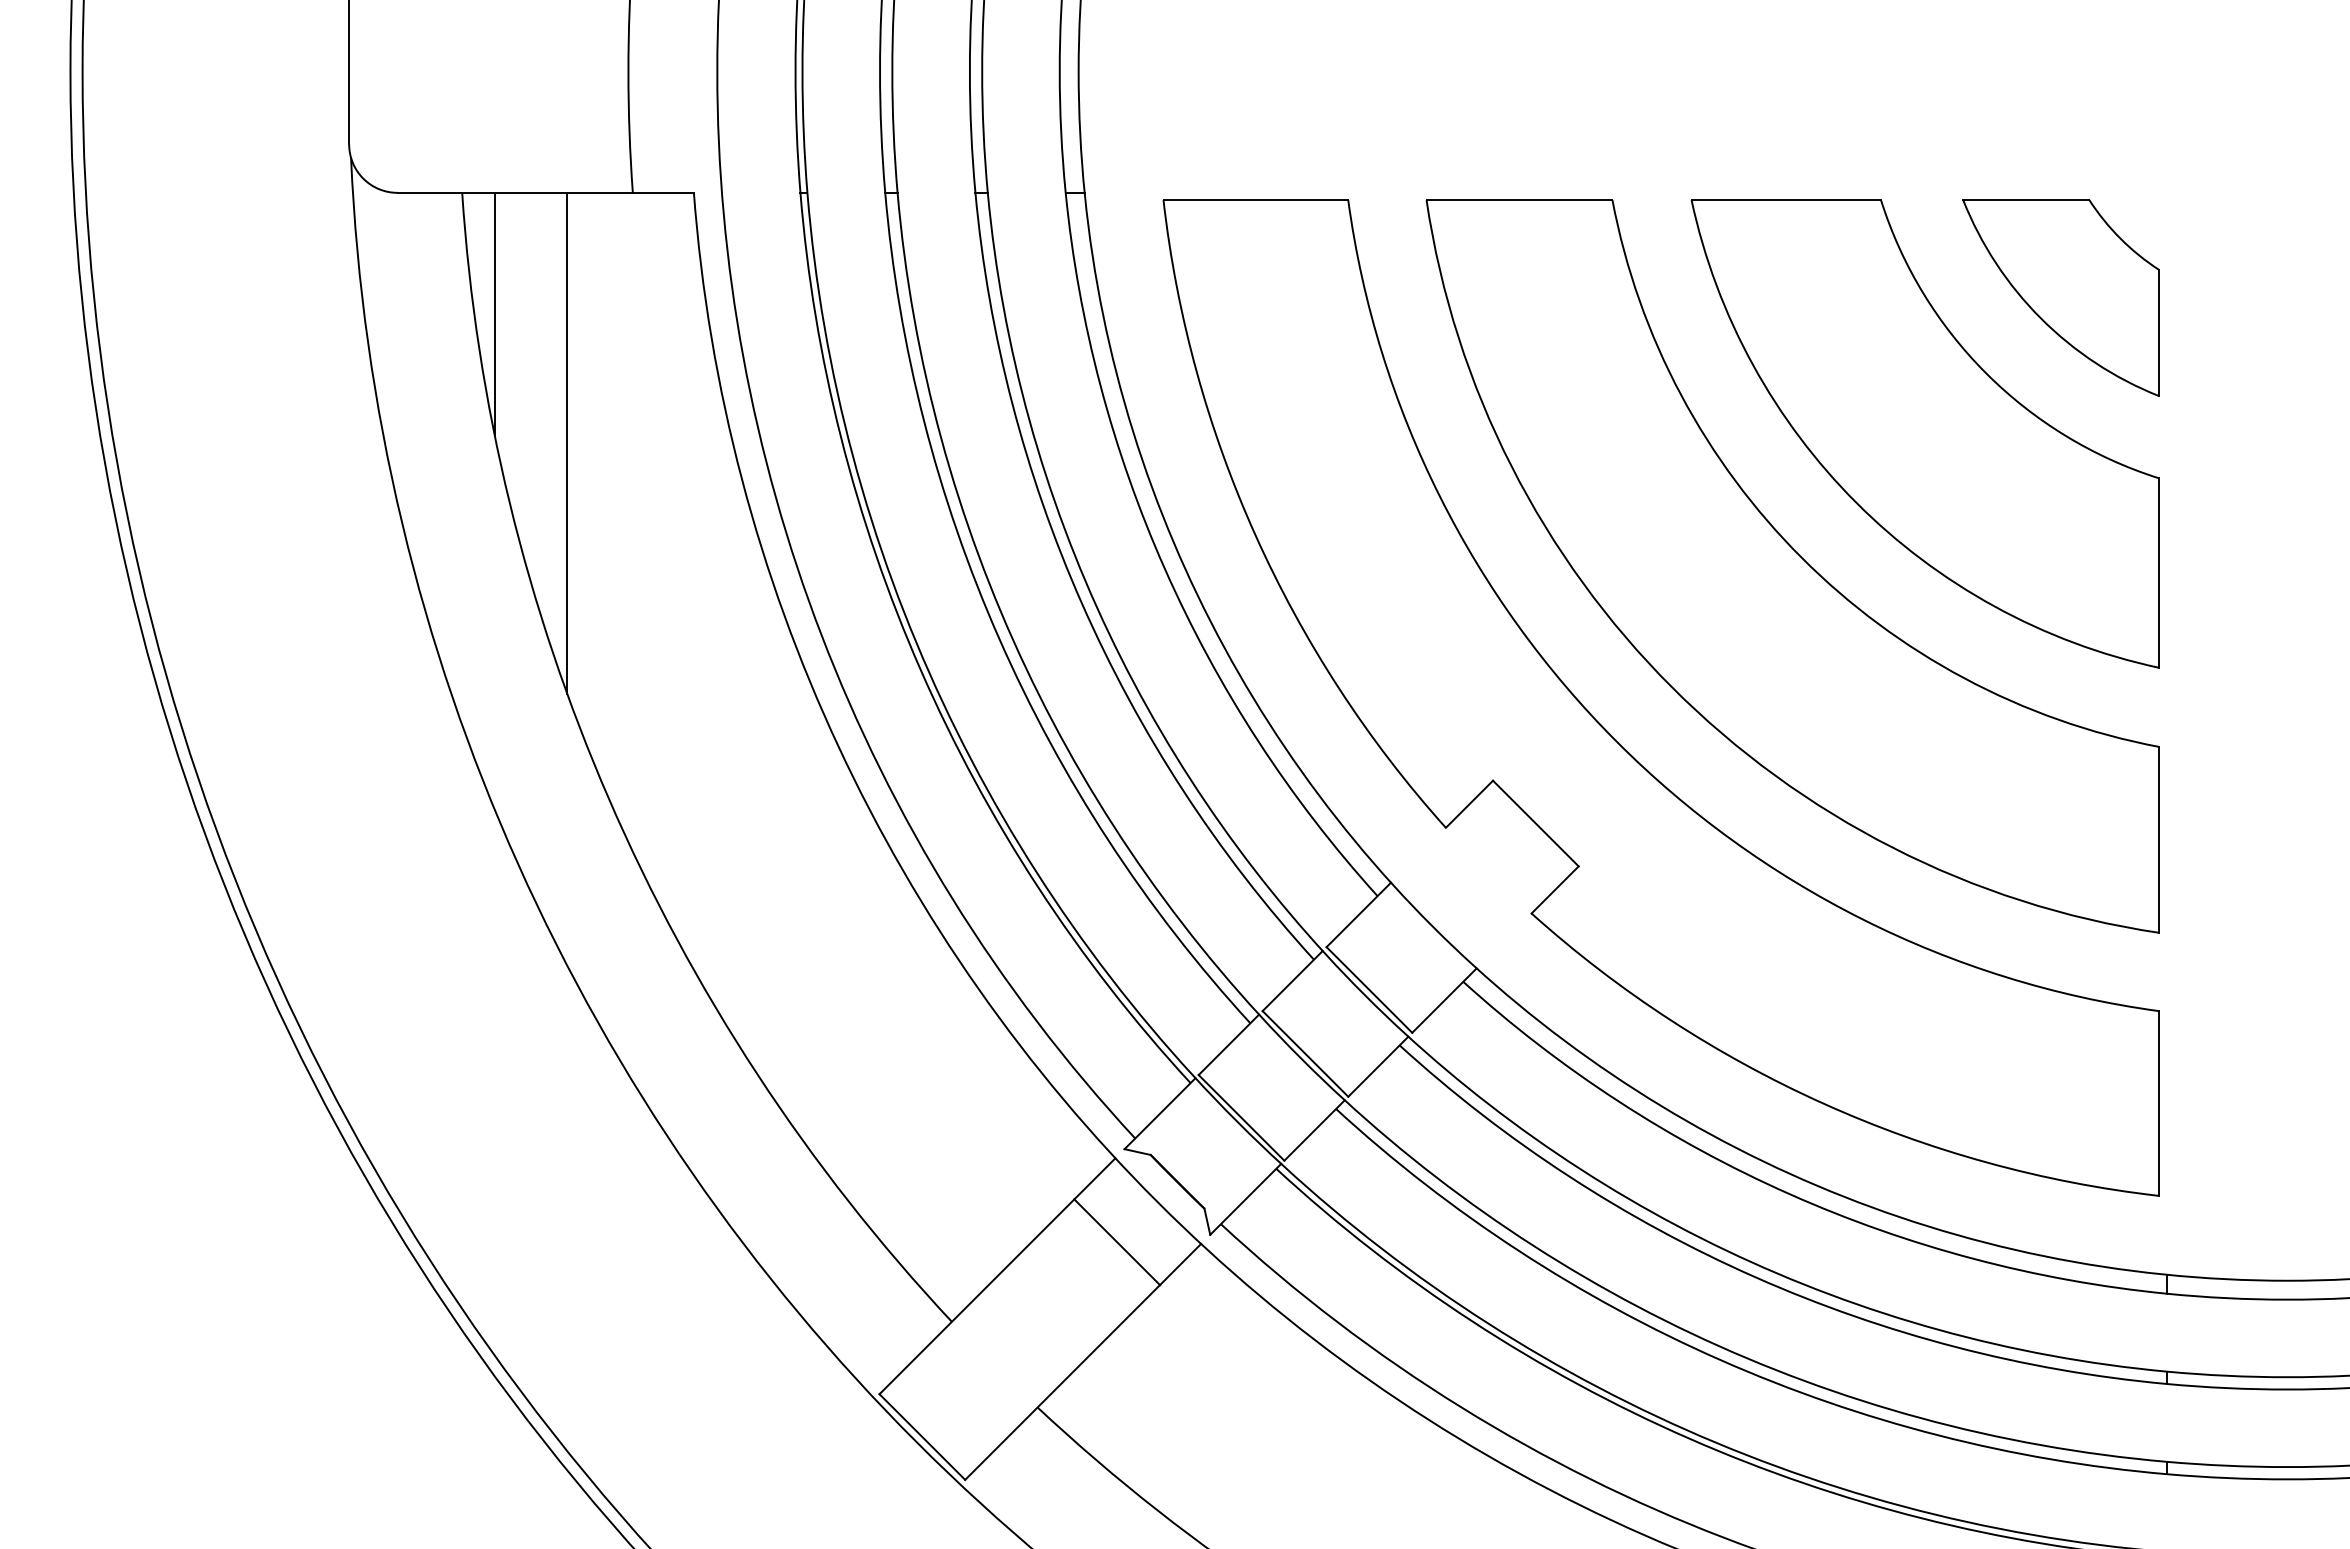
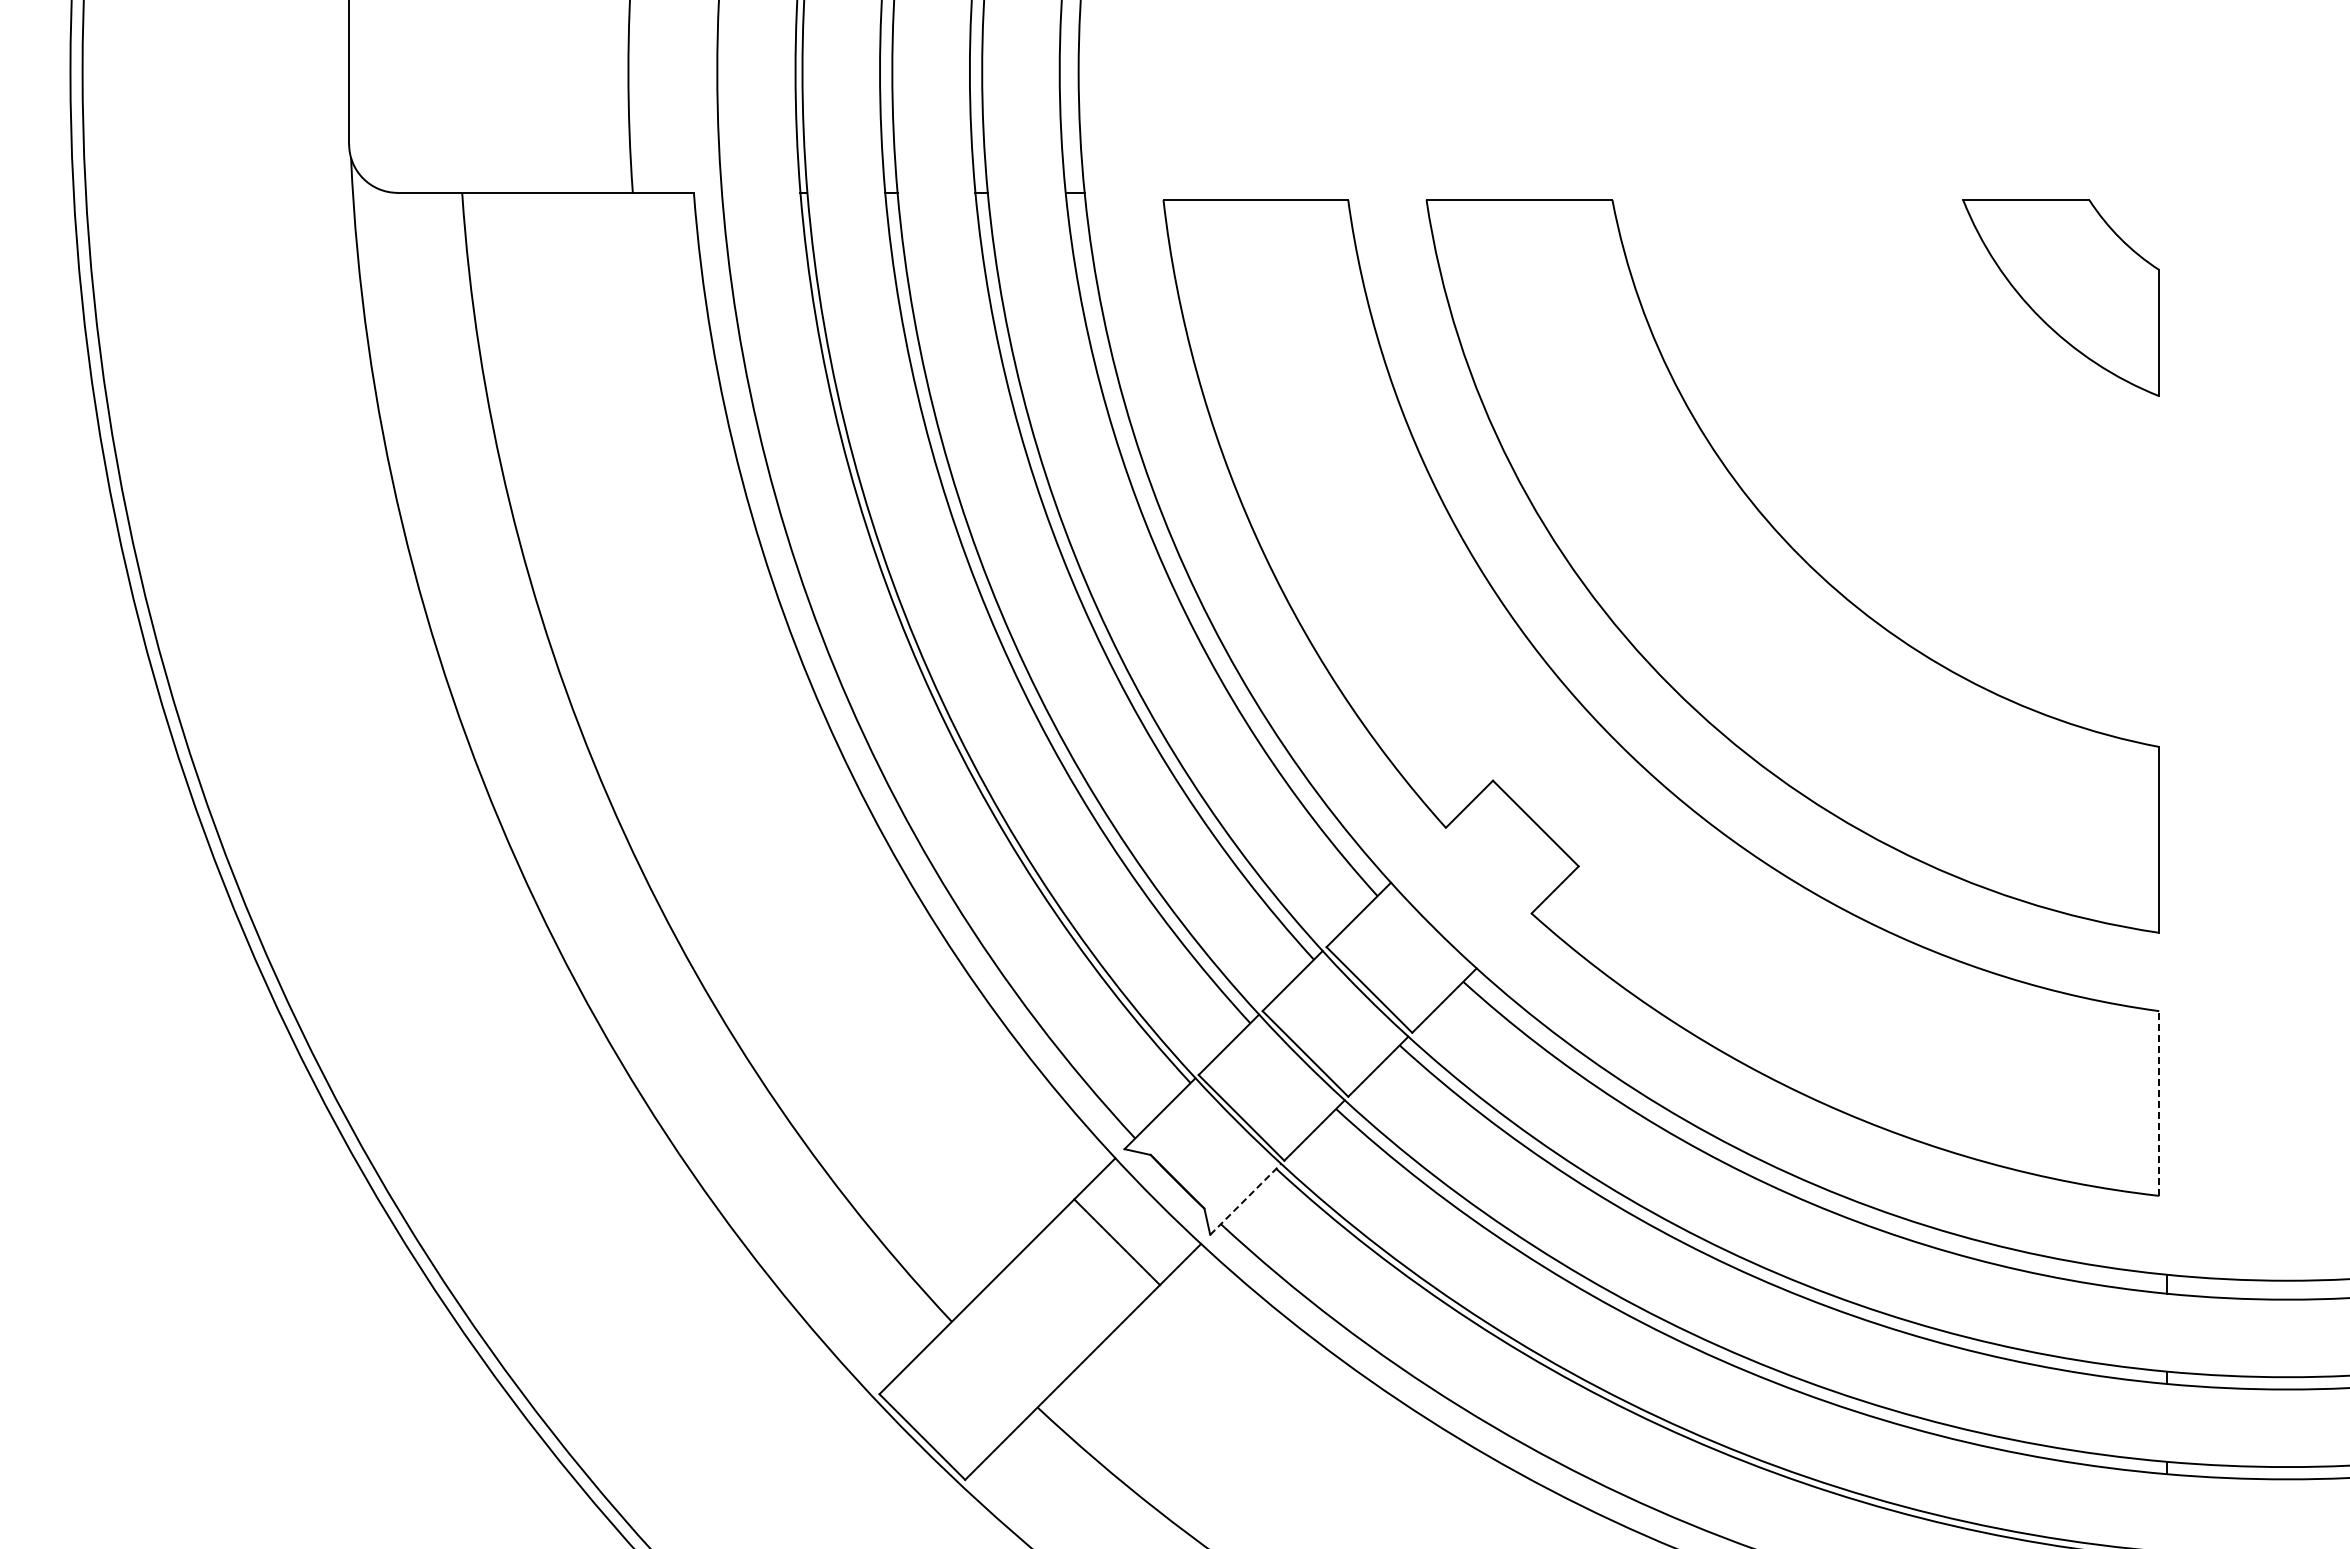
line at (494, 313): present -> none
part at (1924, 433): present -> none
line at (567, 442): present -> none
line at (2159, 1103): solid -> dashed
line at (1246, 1199): solid -> dashed
